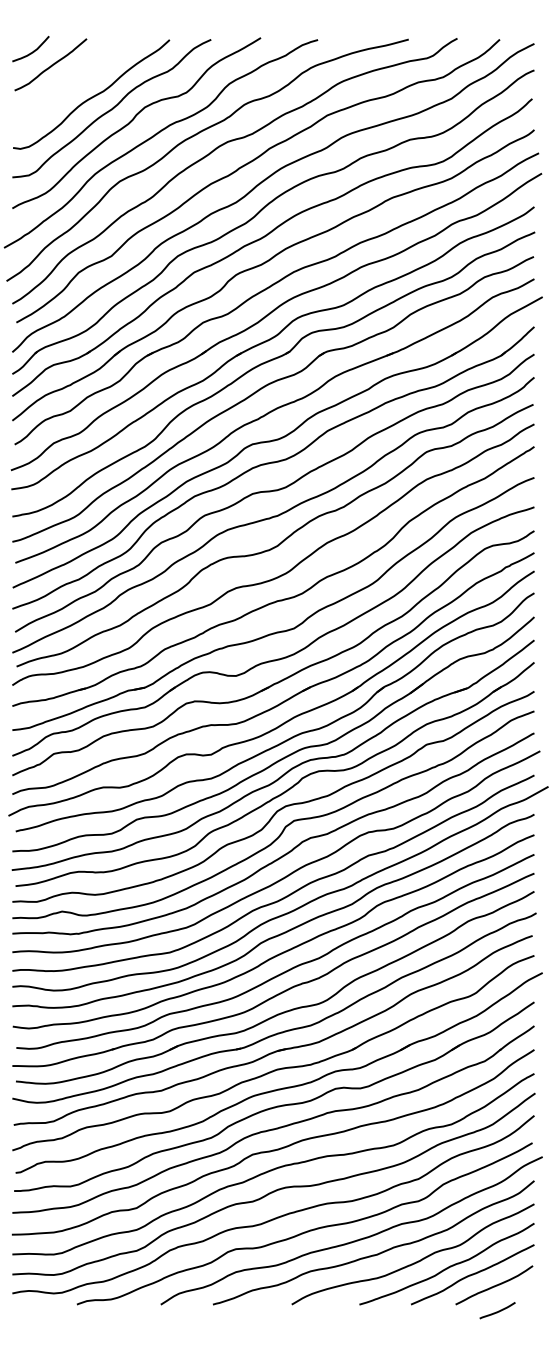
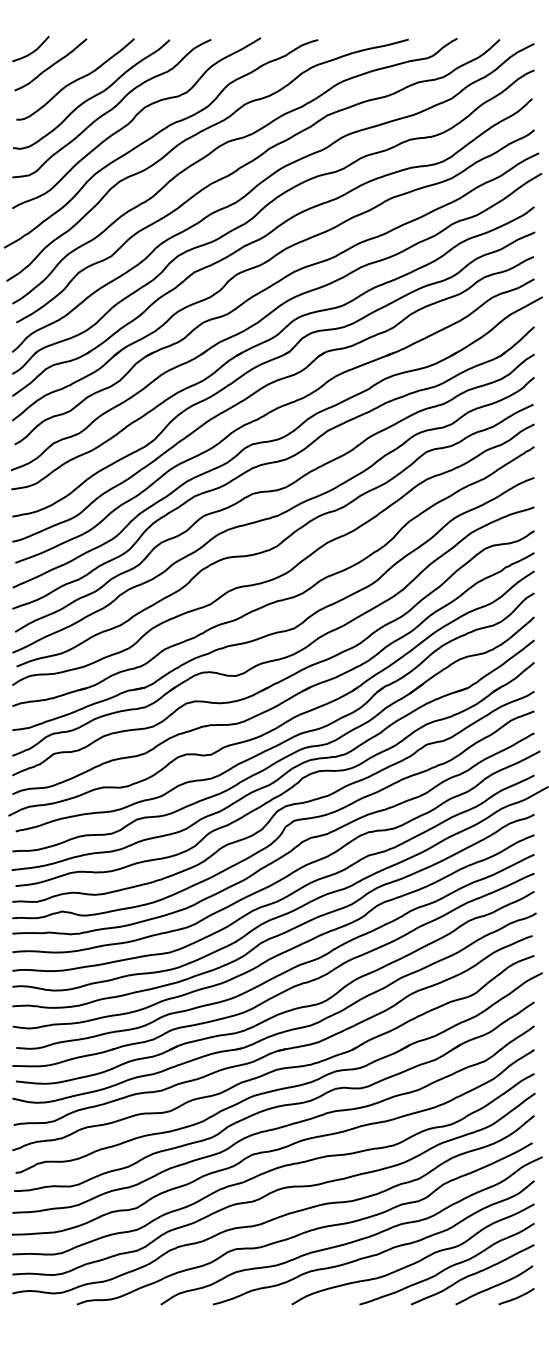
curve at (75, 79): none -> present
curve at (498, 1310) position: (498, 1310) -> (517, 1296)
